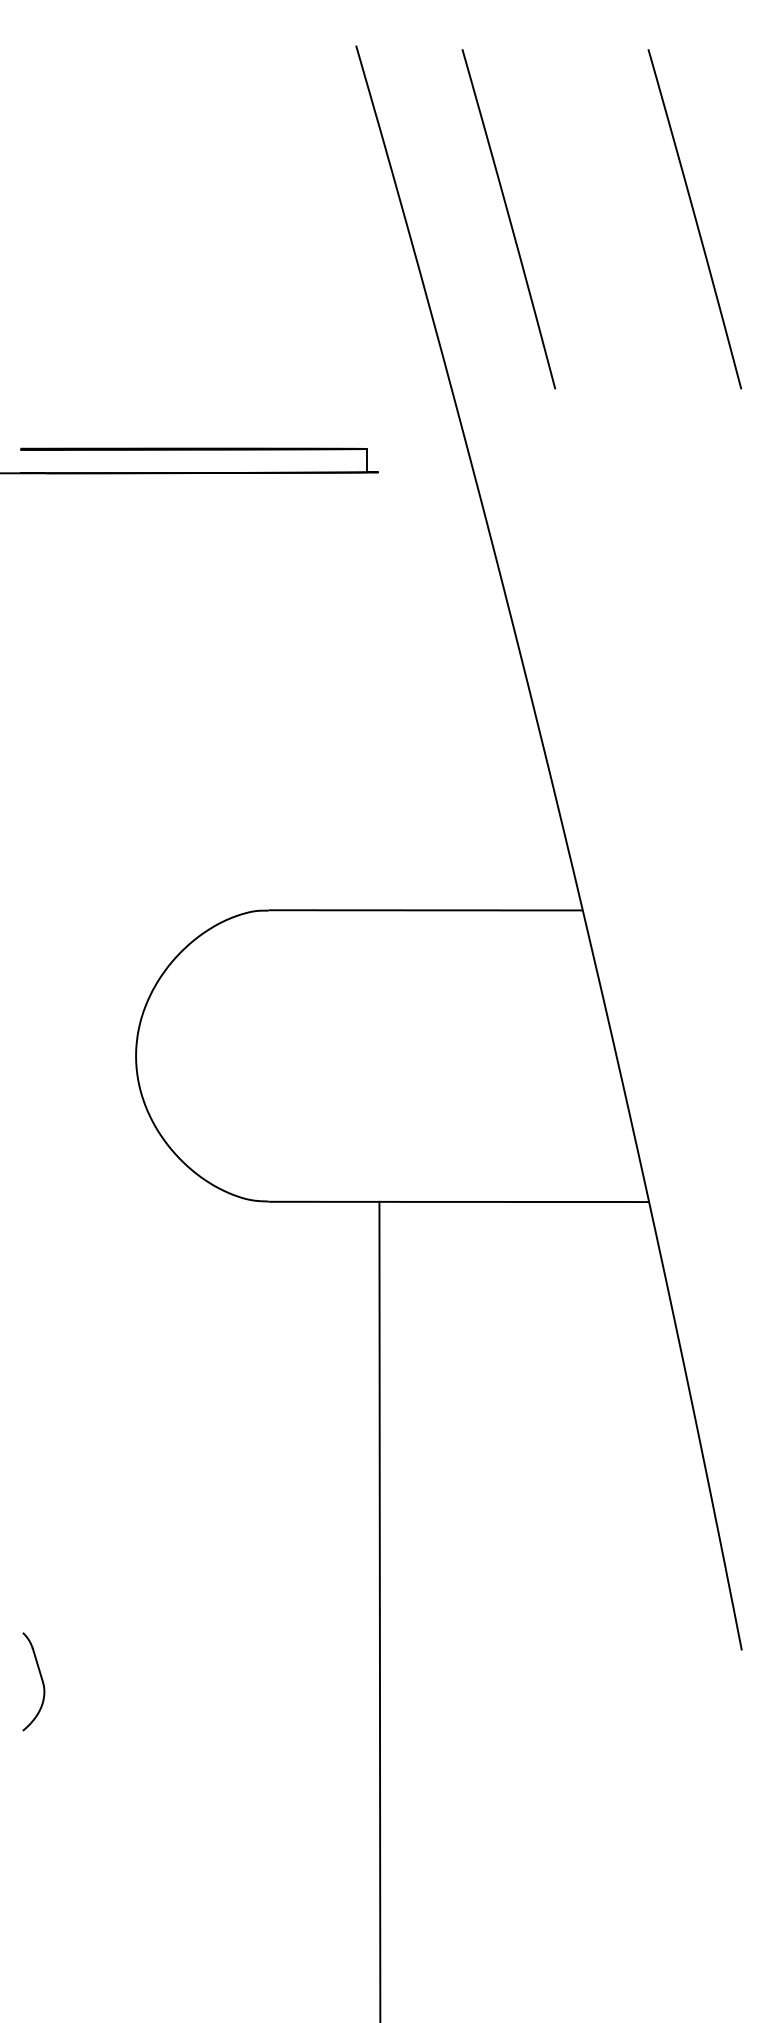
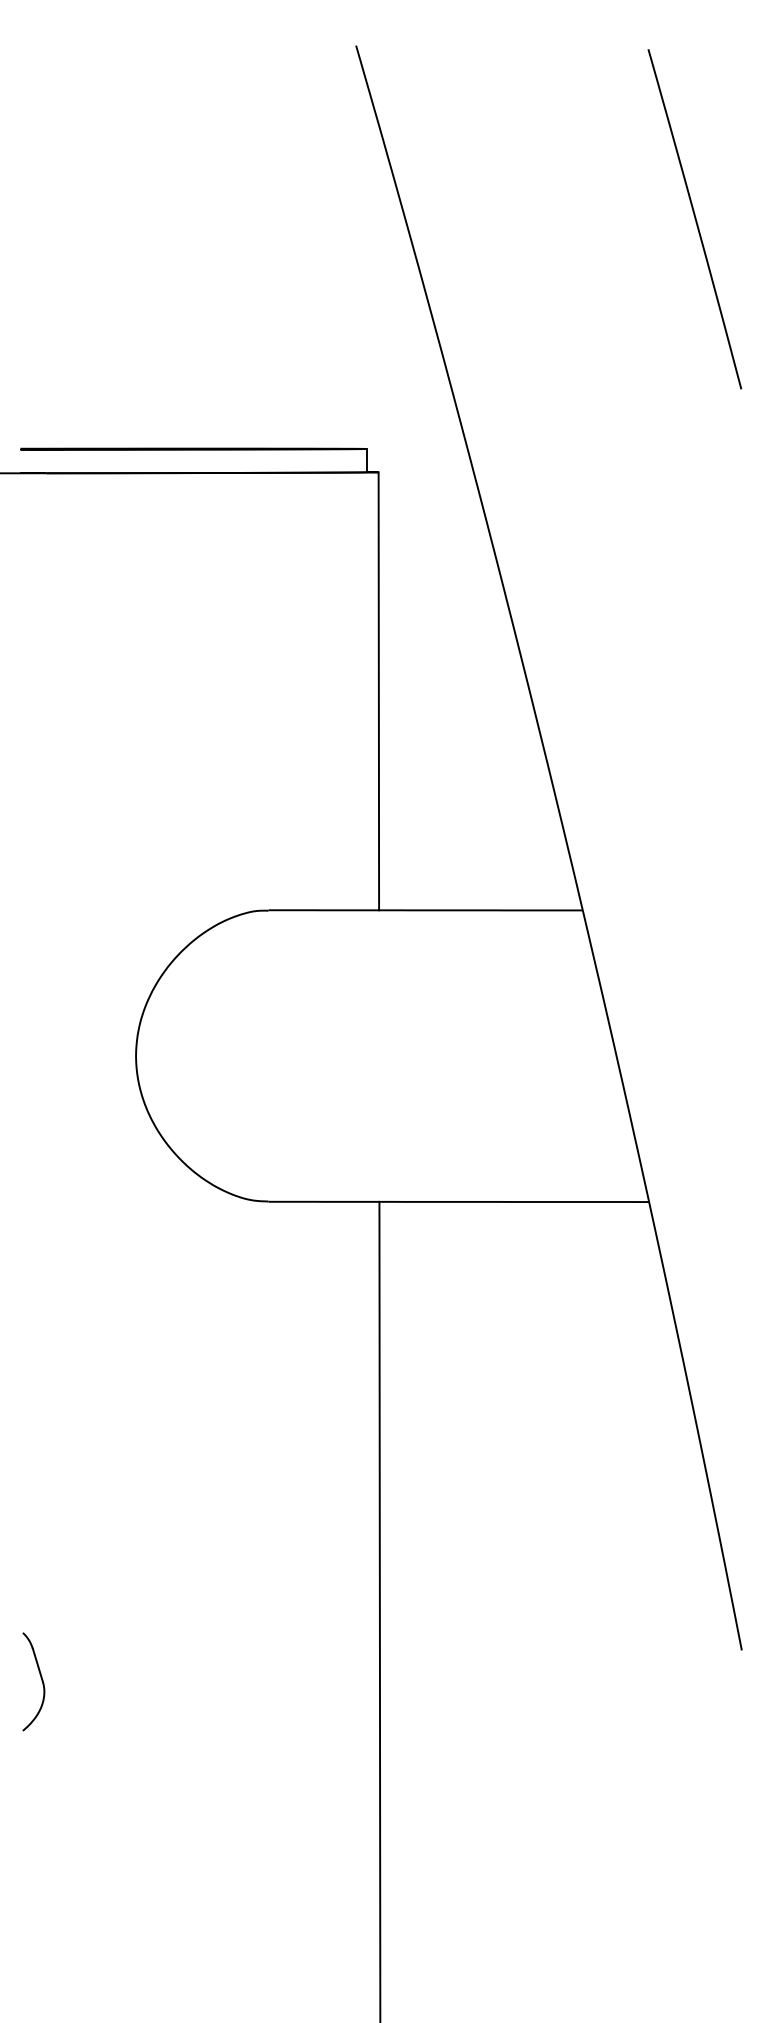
line at (508, 219): present -> none
line at (378, 691): none -> present
